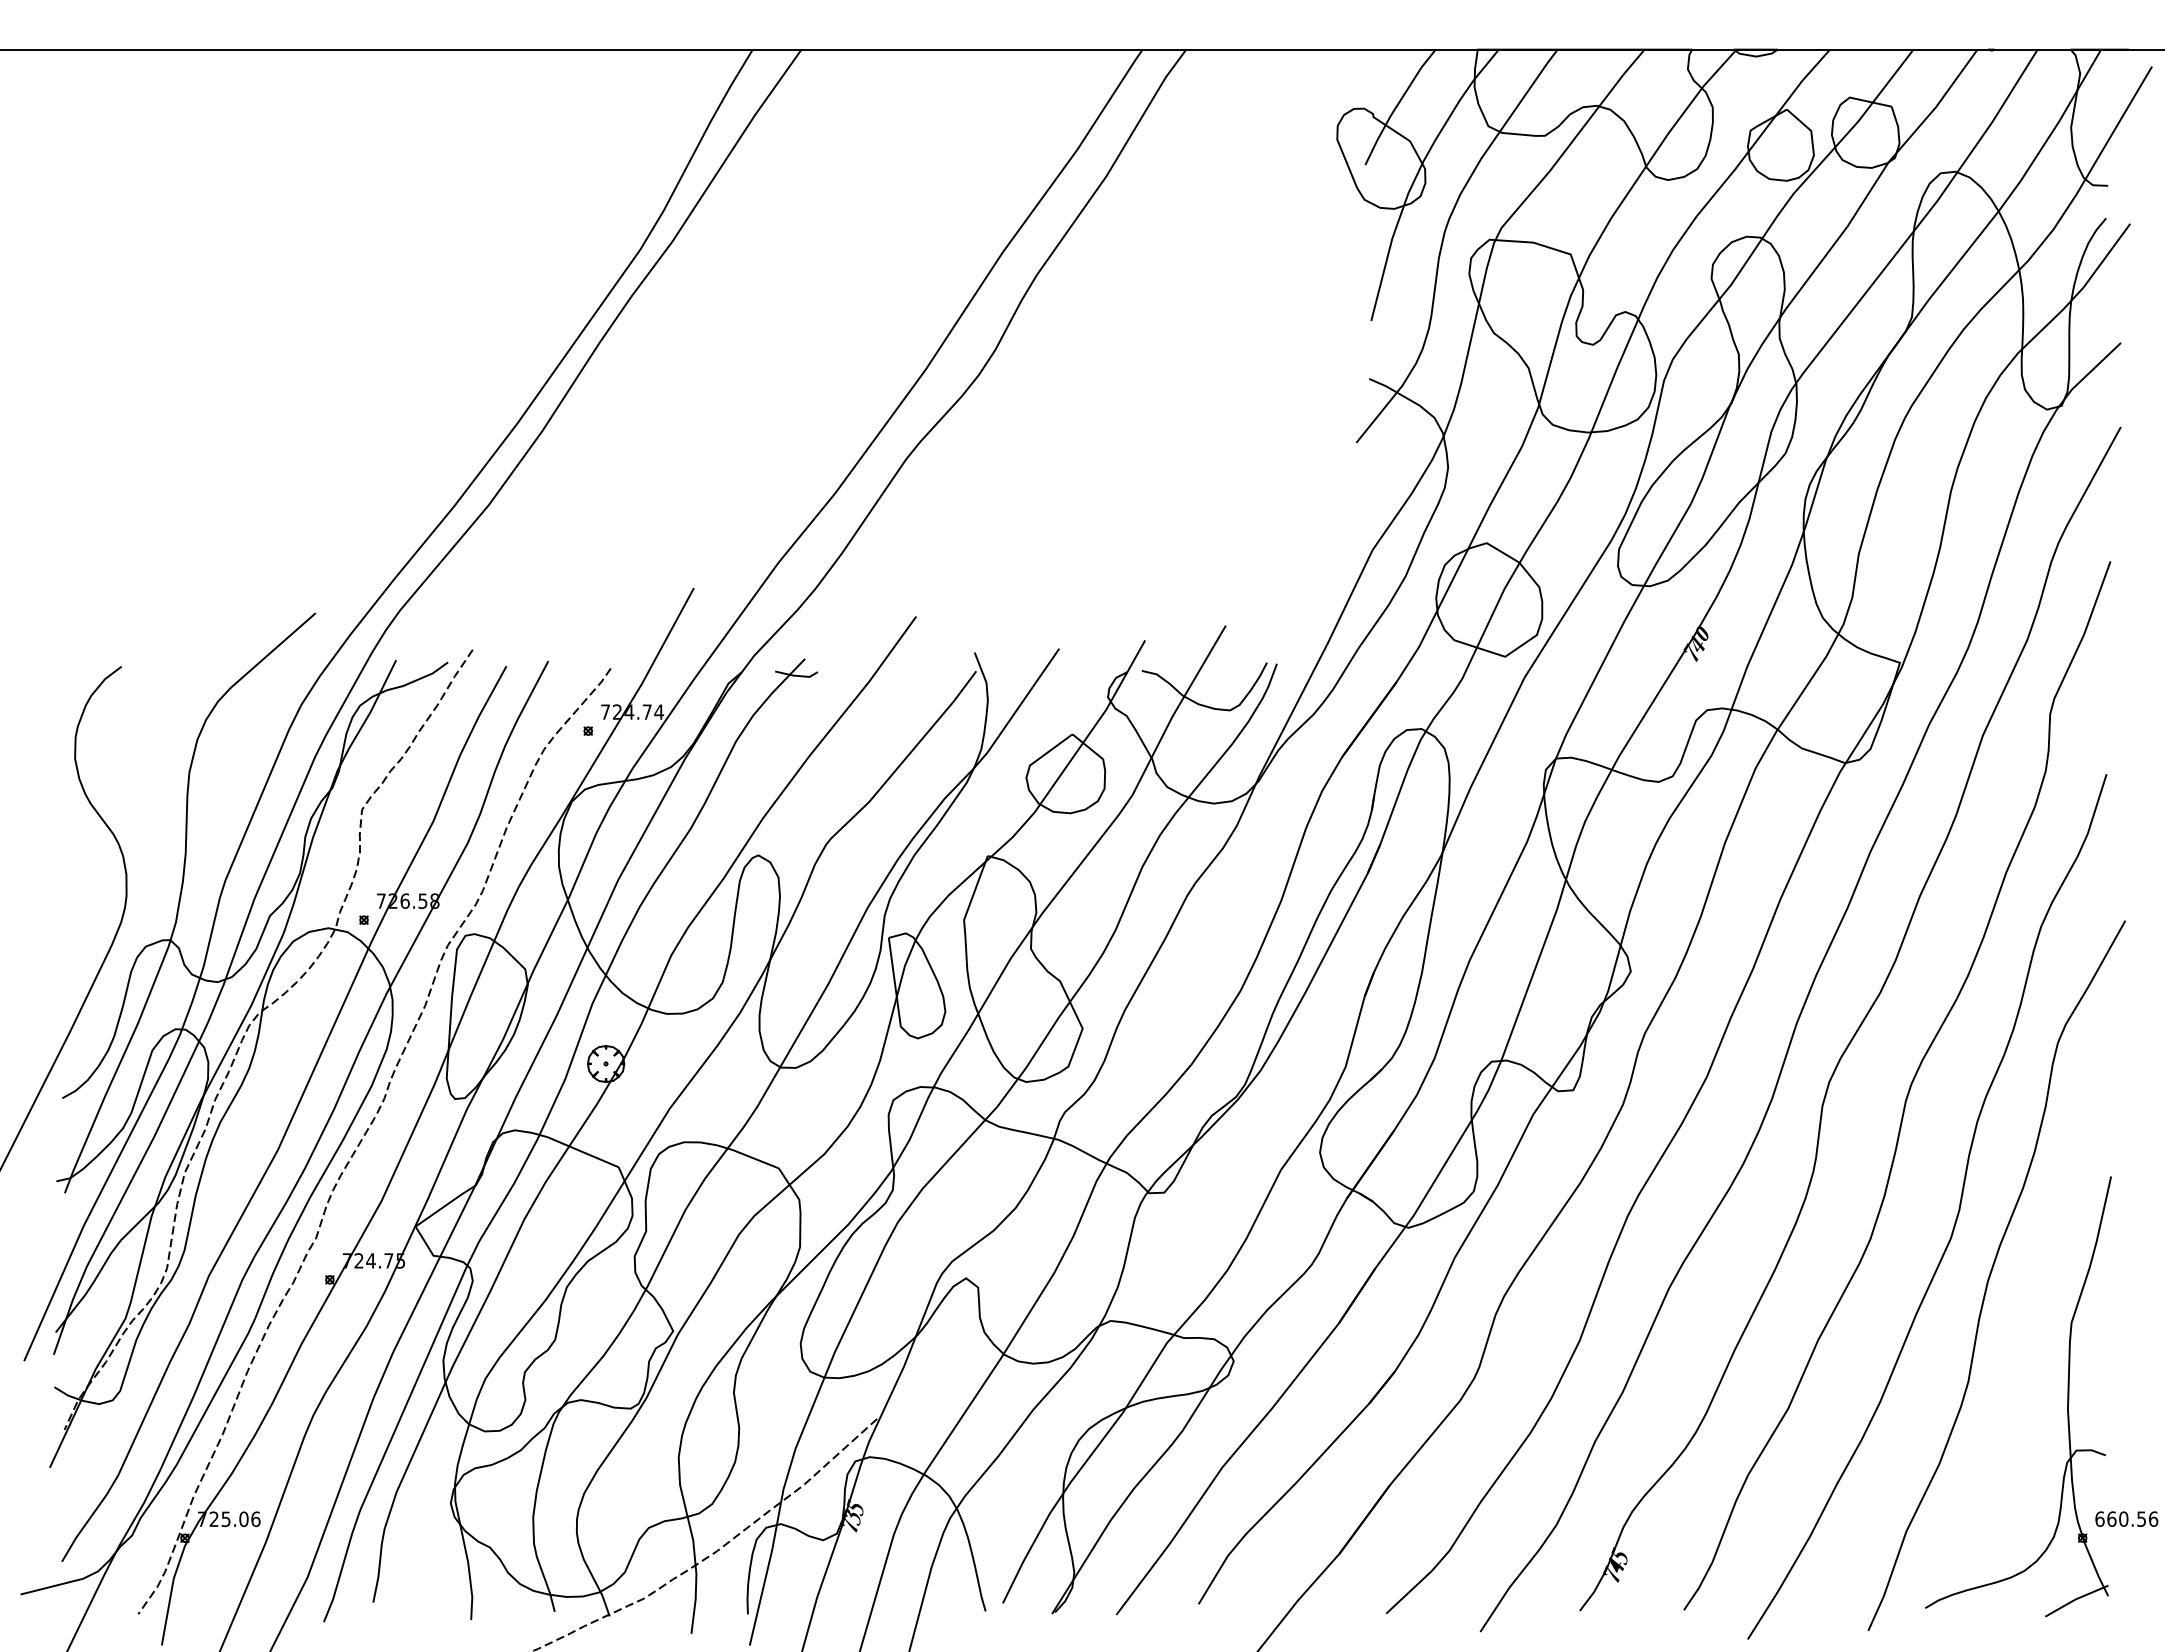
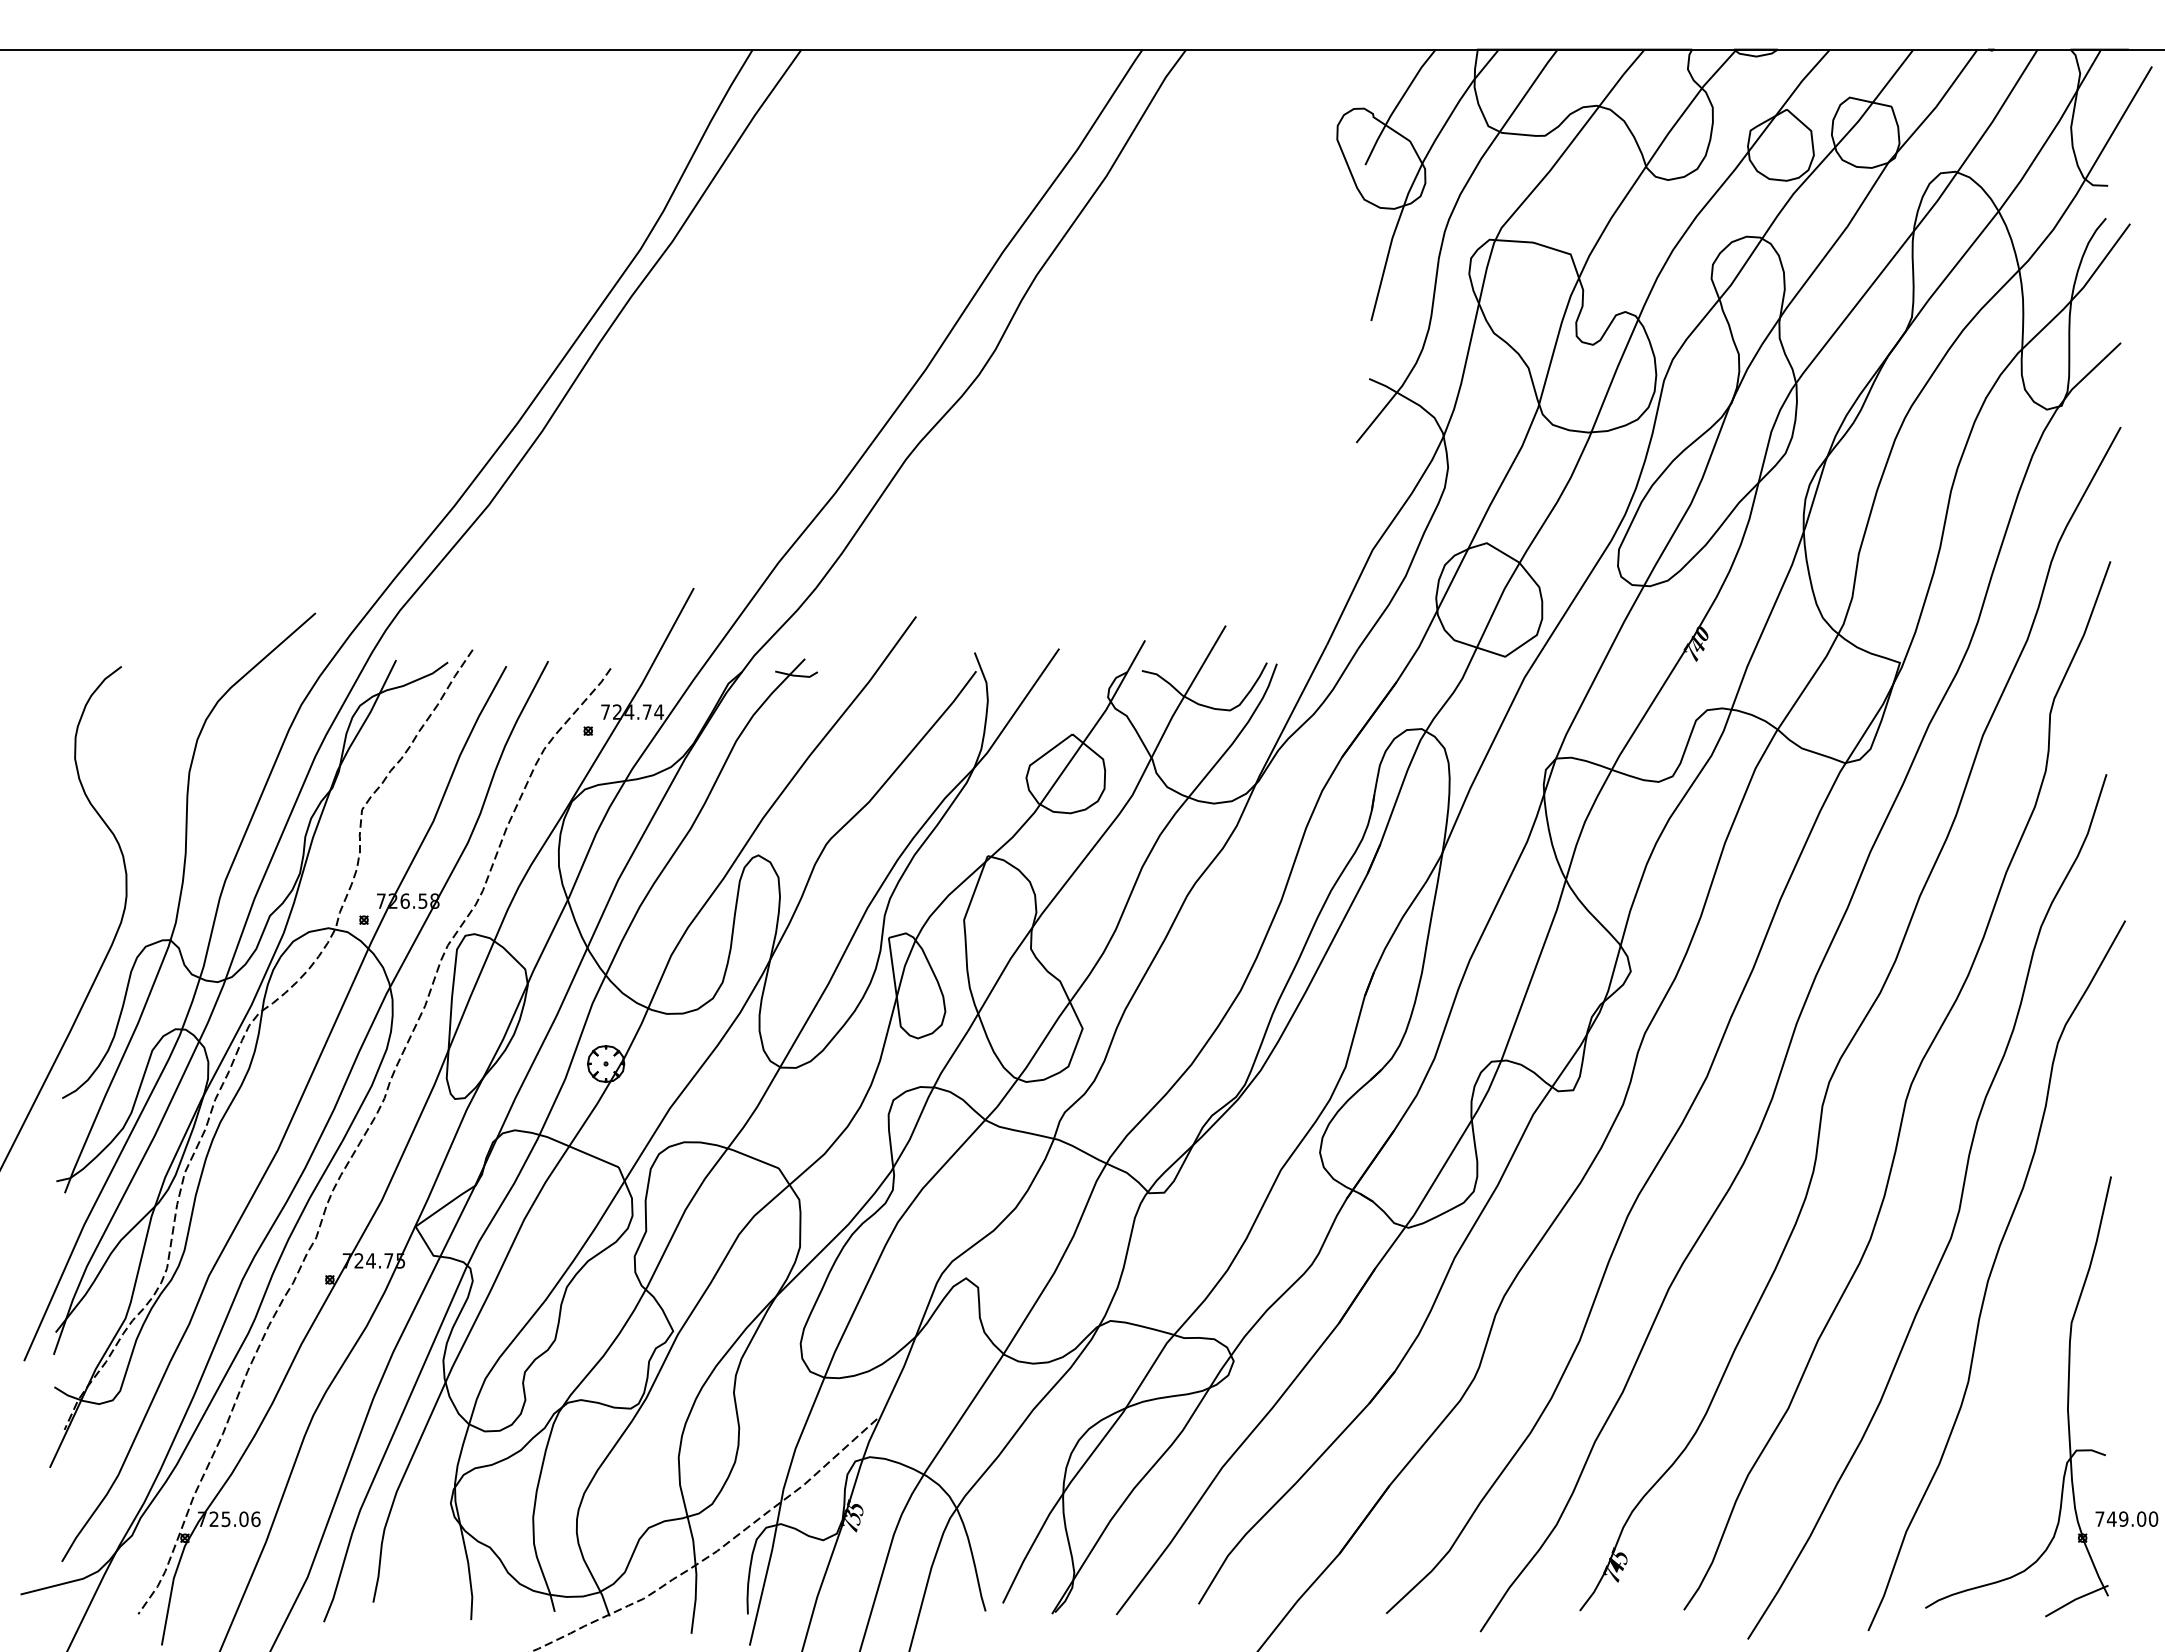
text at (2126, 1518): 660.56 -> 749.00
